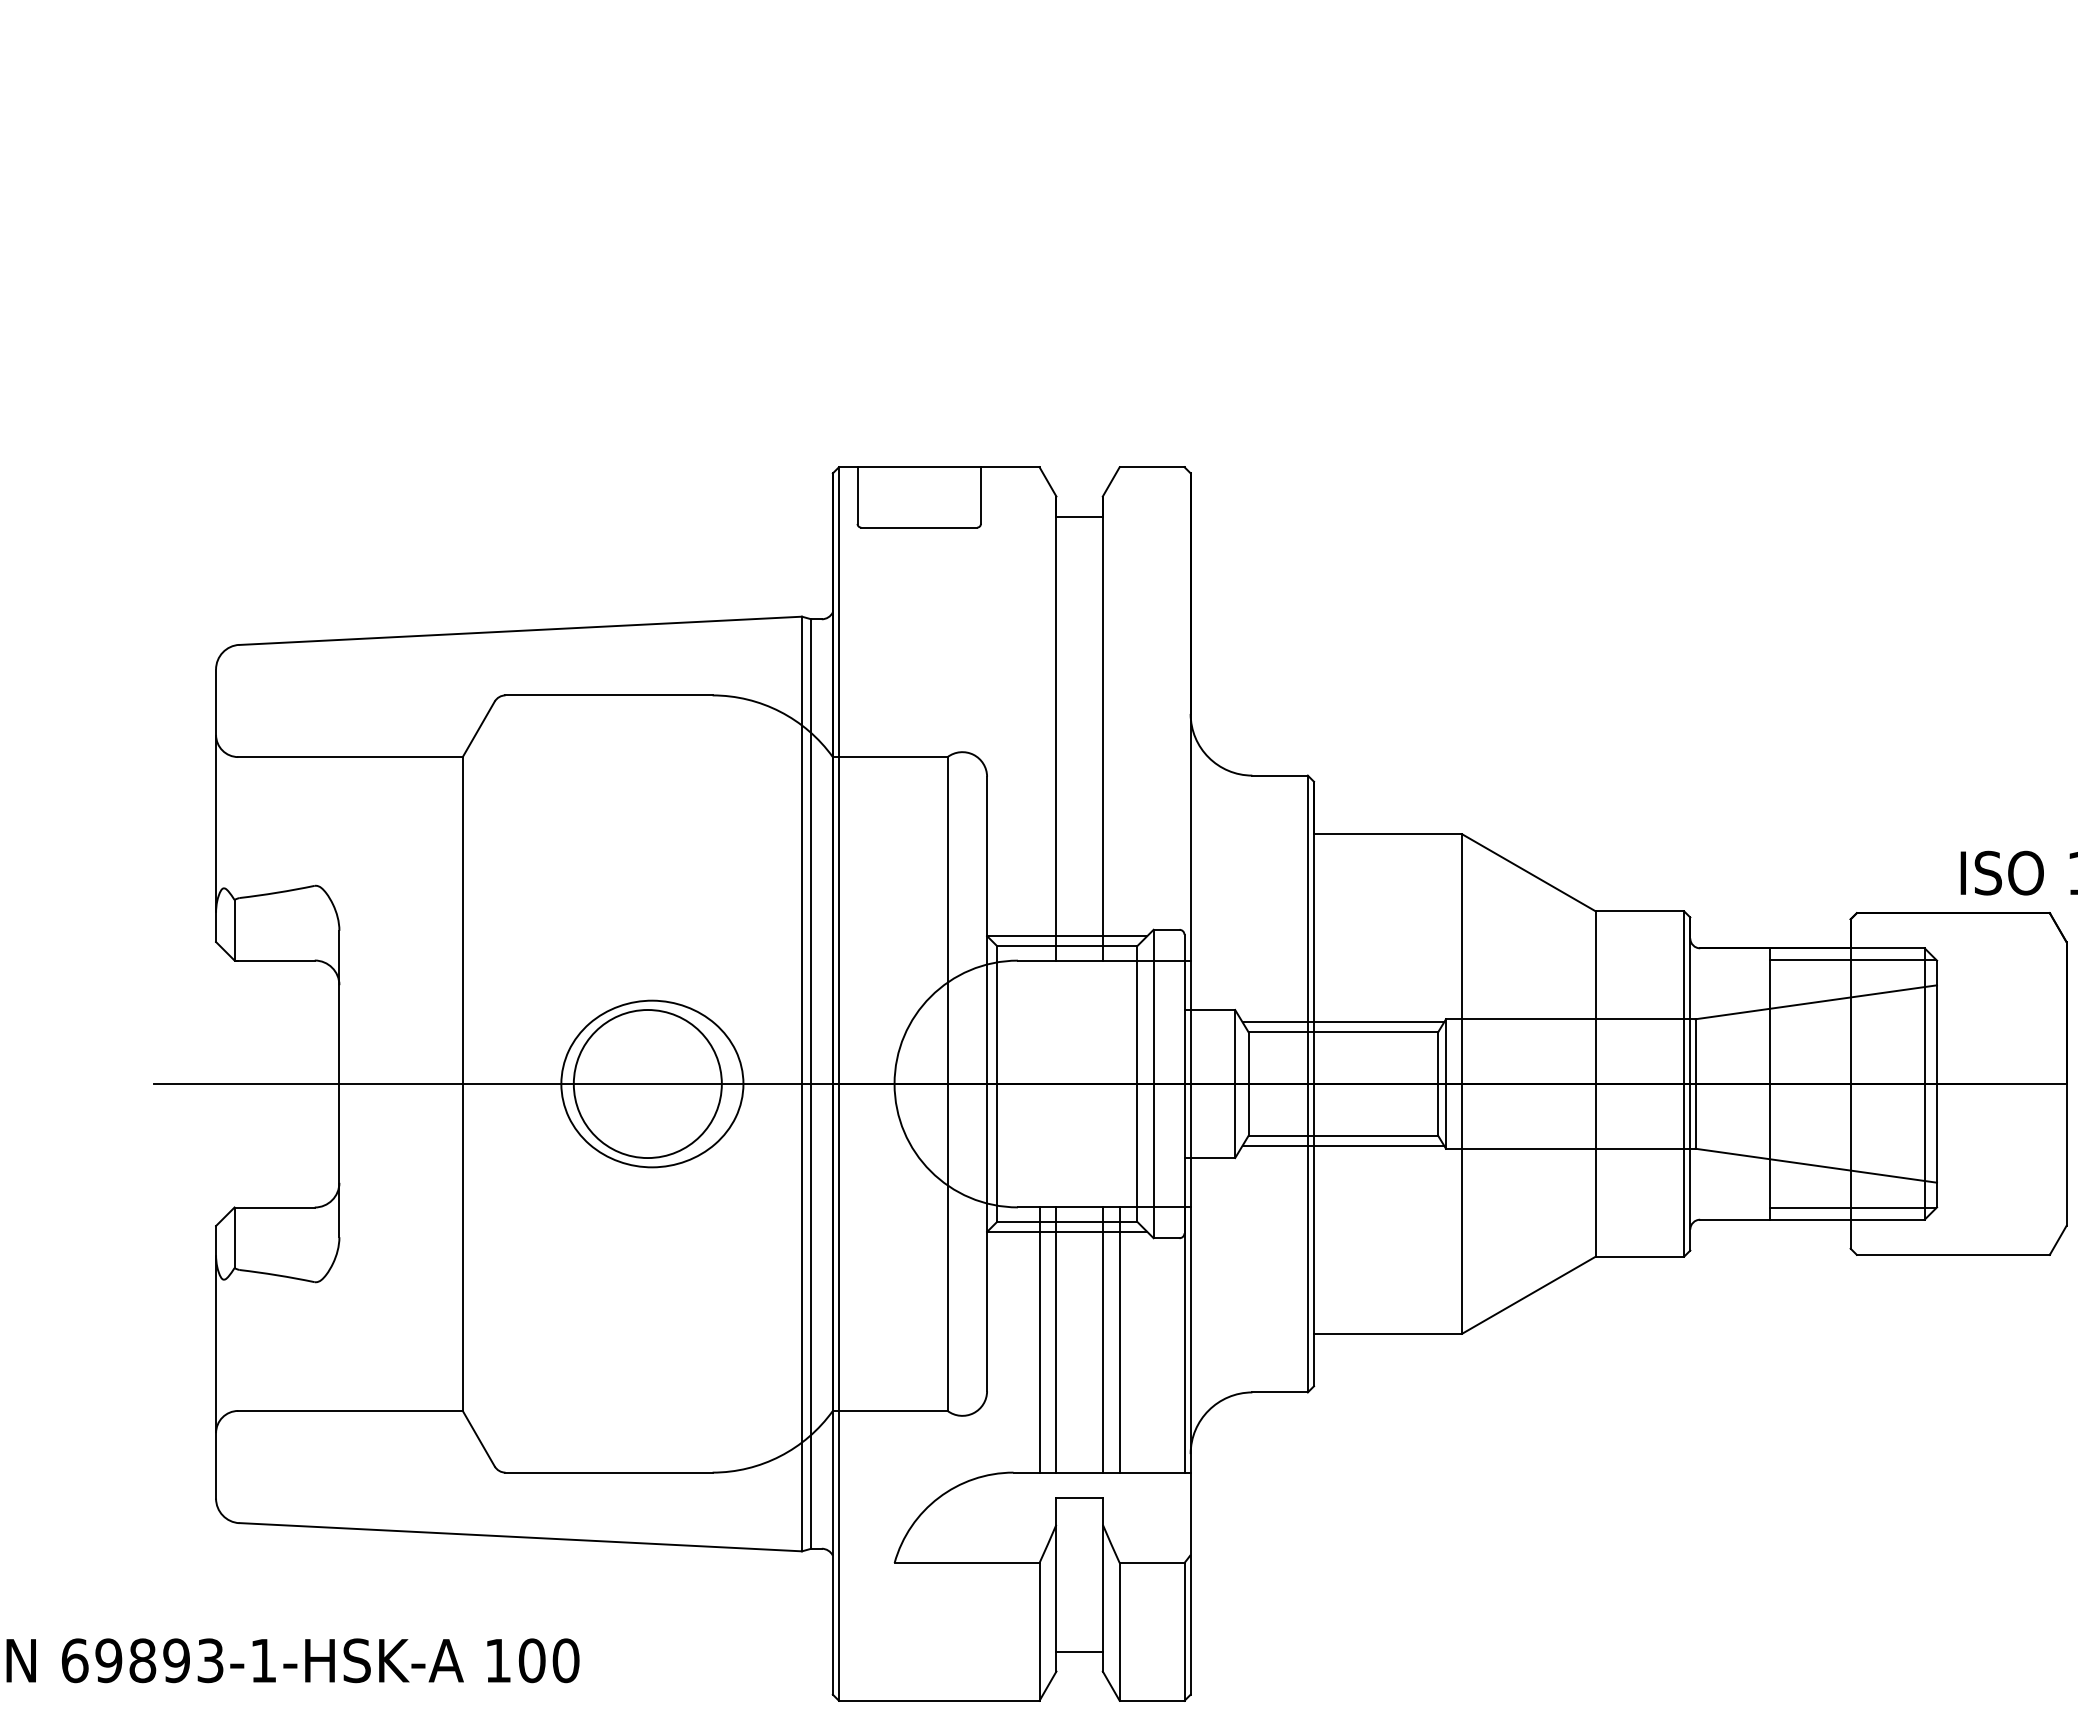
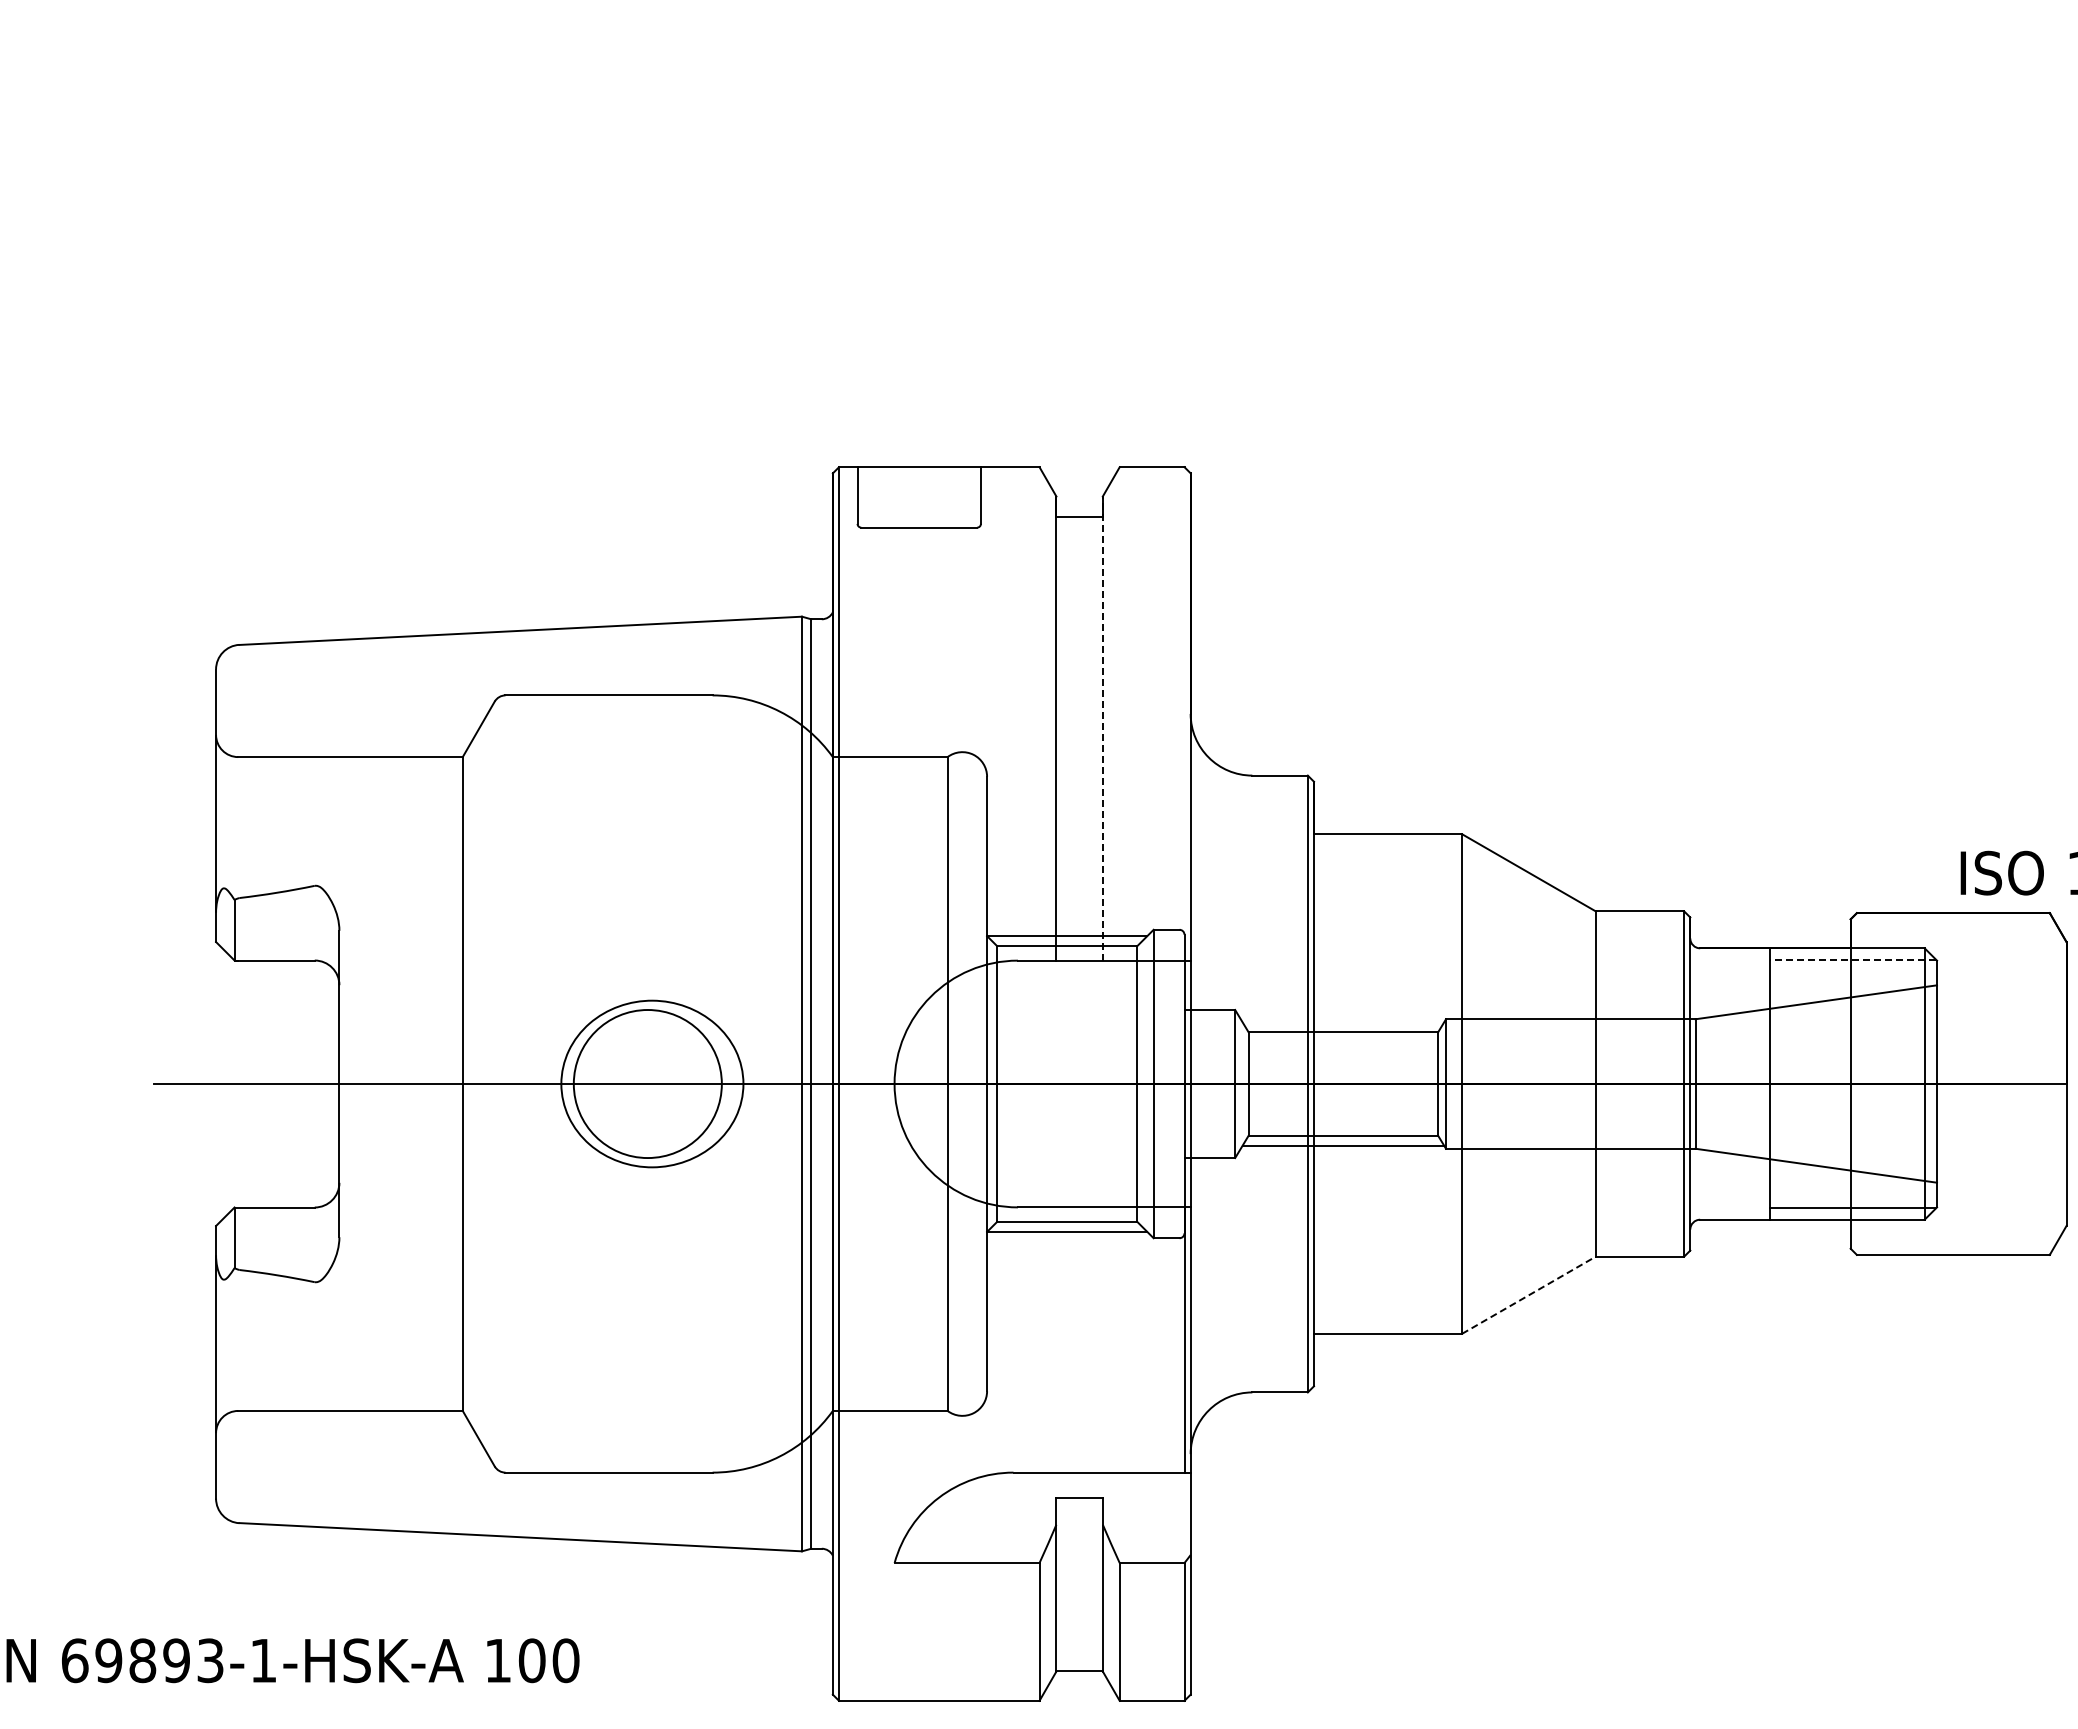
line at (1102, 728): solid -> dashed
line at (1853, 959): solid -> dashed
line at (1343, 1022): present -> none
line at (1529, 1295): solid -> dashed
line at (1039, 1339): present -> none
line at (1056, 1339): present -> none
line at (1102, 1339): present -> none
line at (1119, 1339): present -> none
line at (1079, 1651) position: (1079, 1651) -> (1079, 1670)
